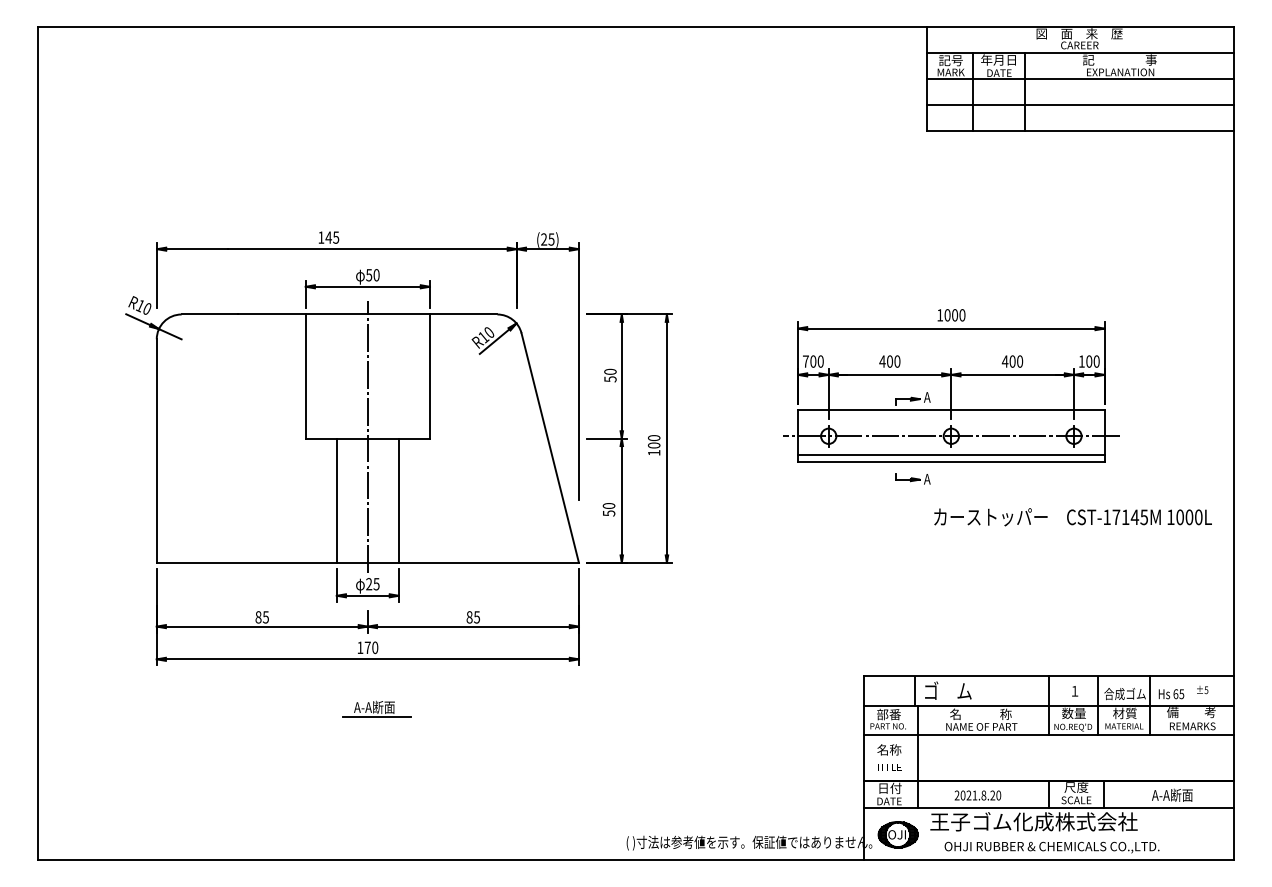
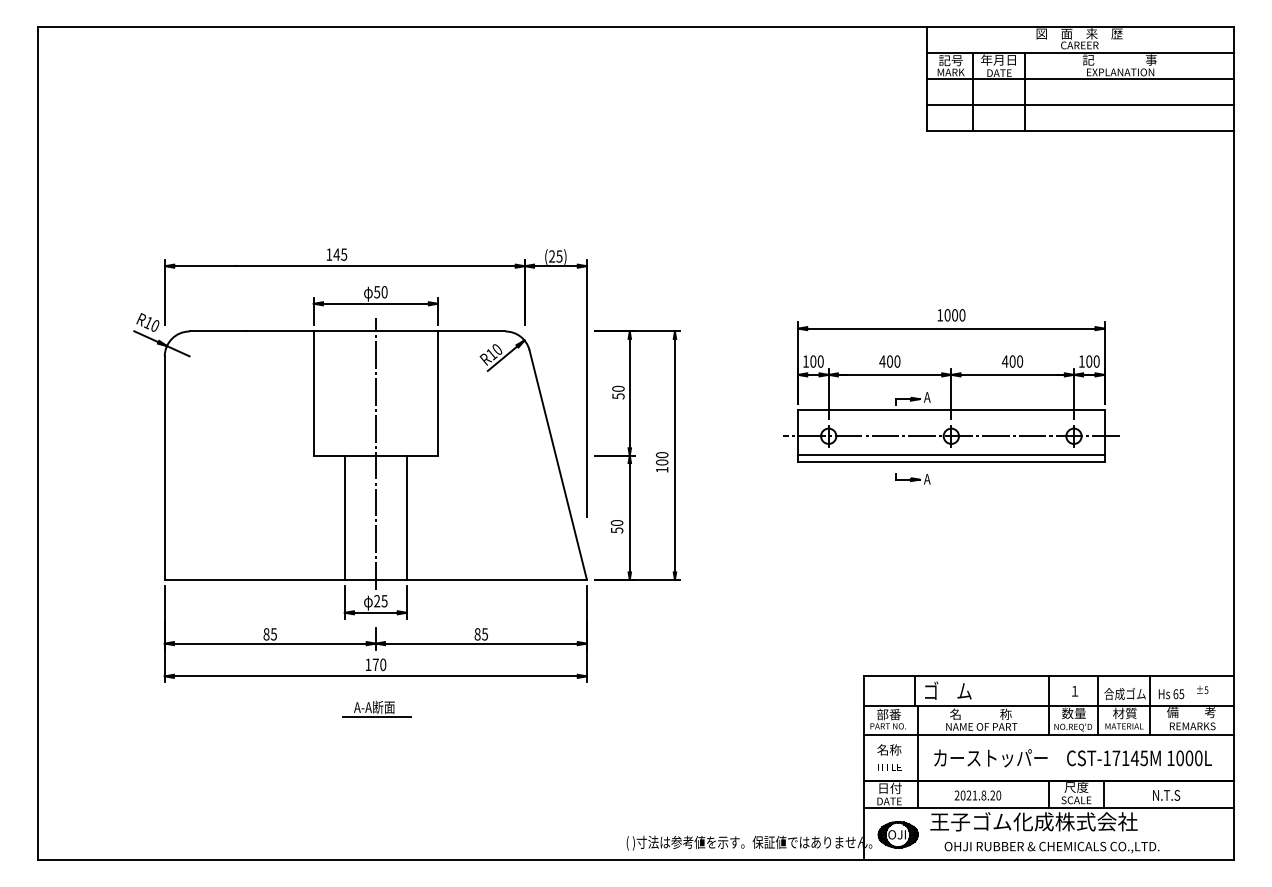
text at (805, 361): 700 -> 100
part at (398, 448) position: (398, 448) -> (406, 465)
text at (1072, 517) position: (1072, 517) -> (1072, 758)
text at (1172, 794): A-A断面 -> N.T.S
